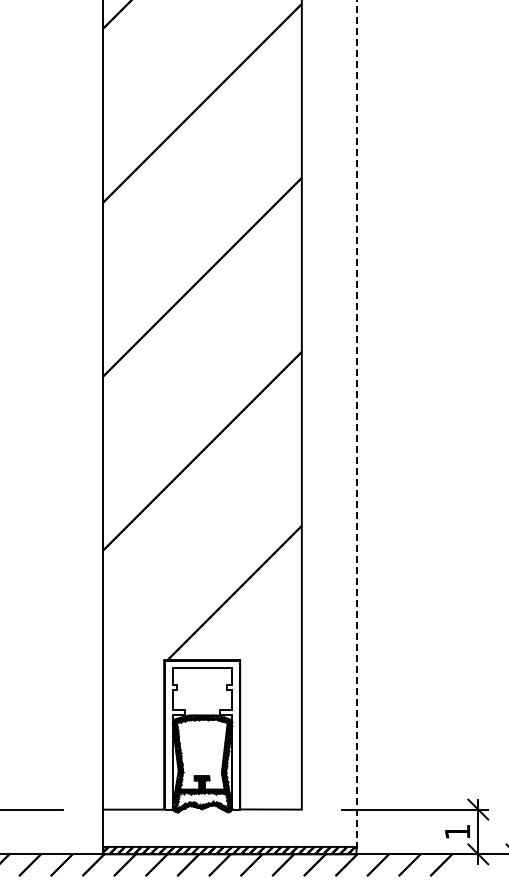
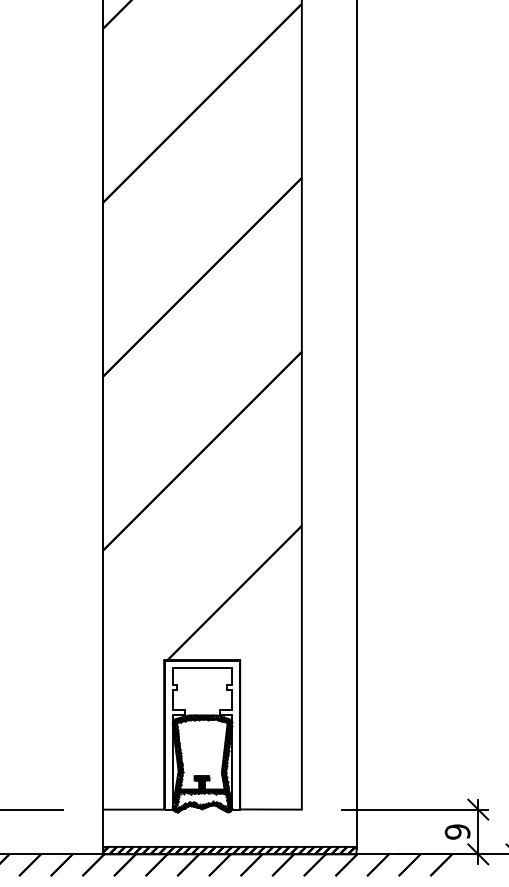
line at (356, 424): dashed -> solid
text at (457, 831): 1 -> 9
